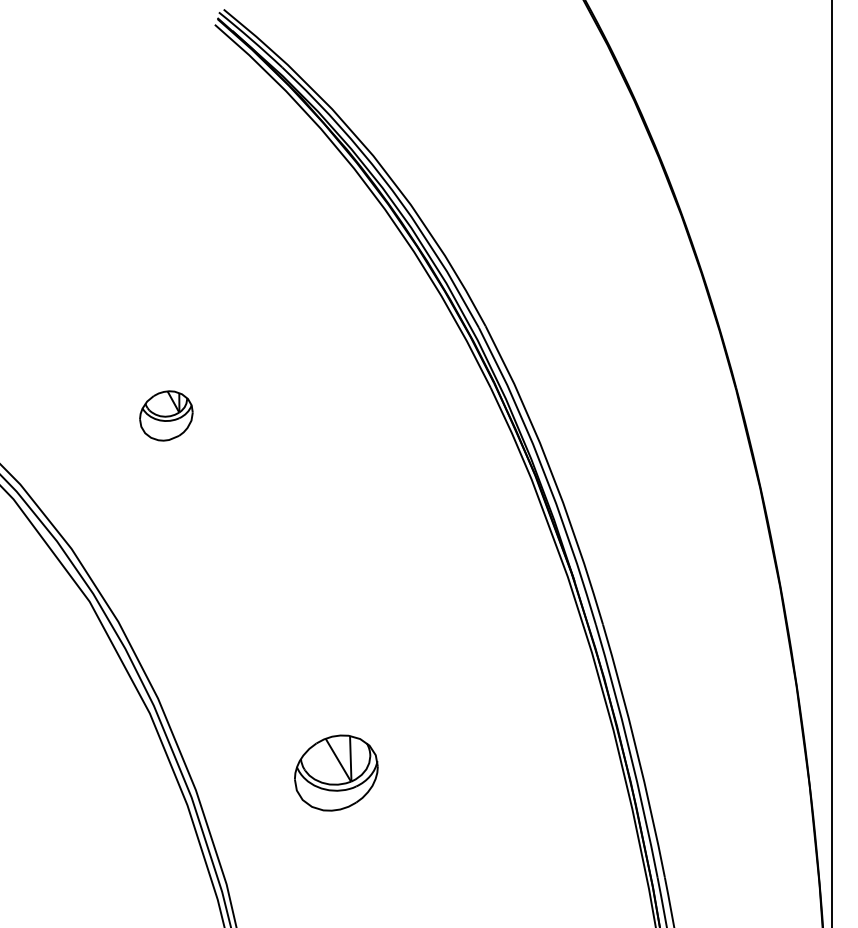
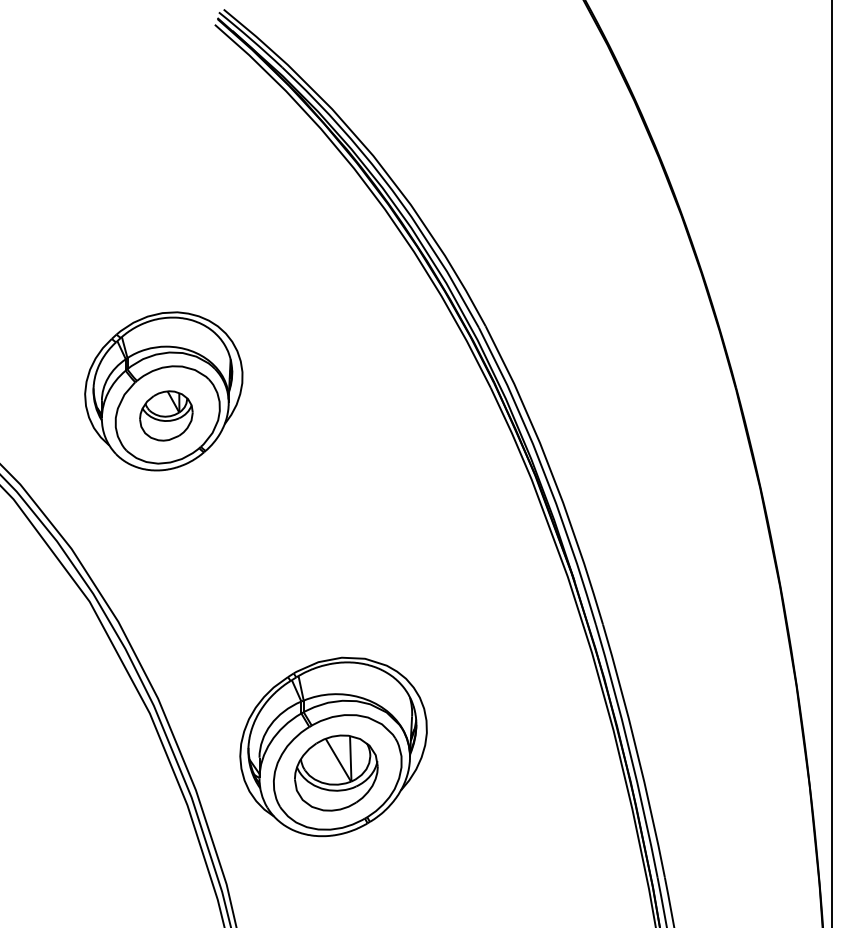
part at (163, 391): none -> present
part at (333, 746): none -> present
